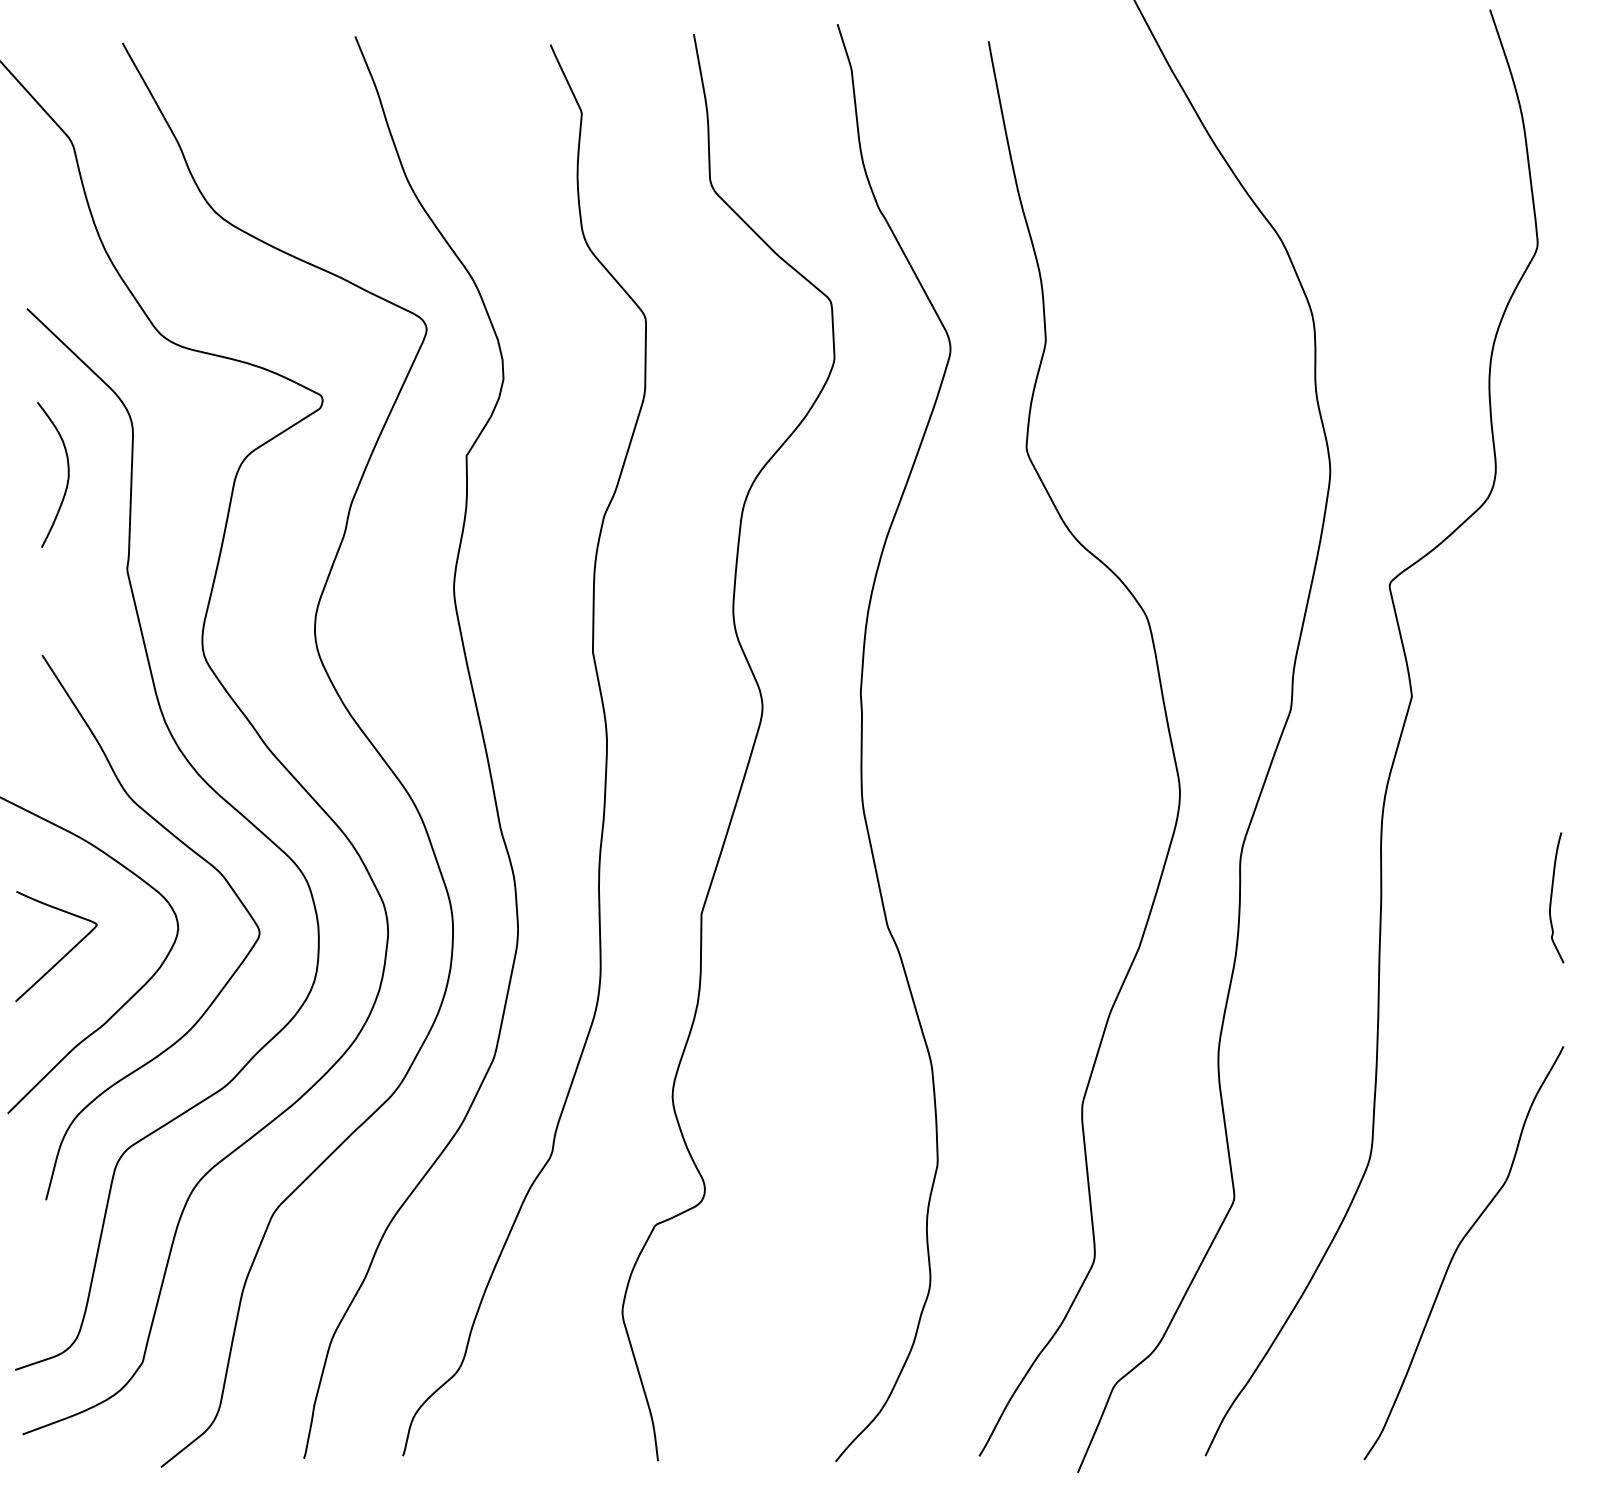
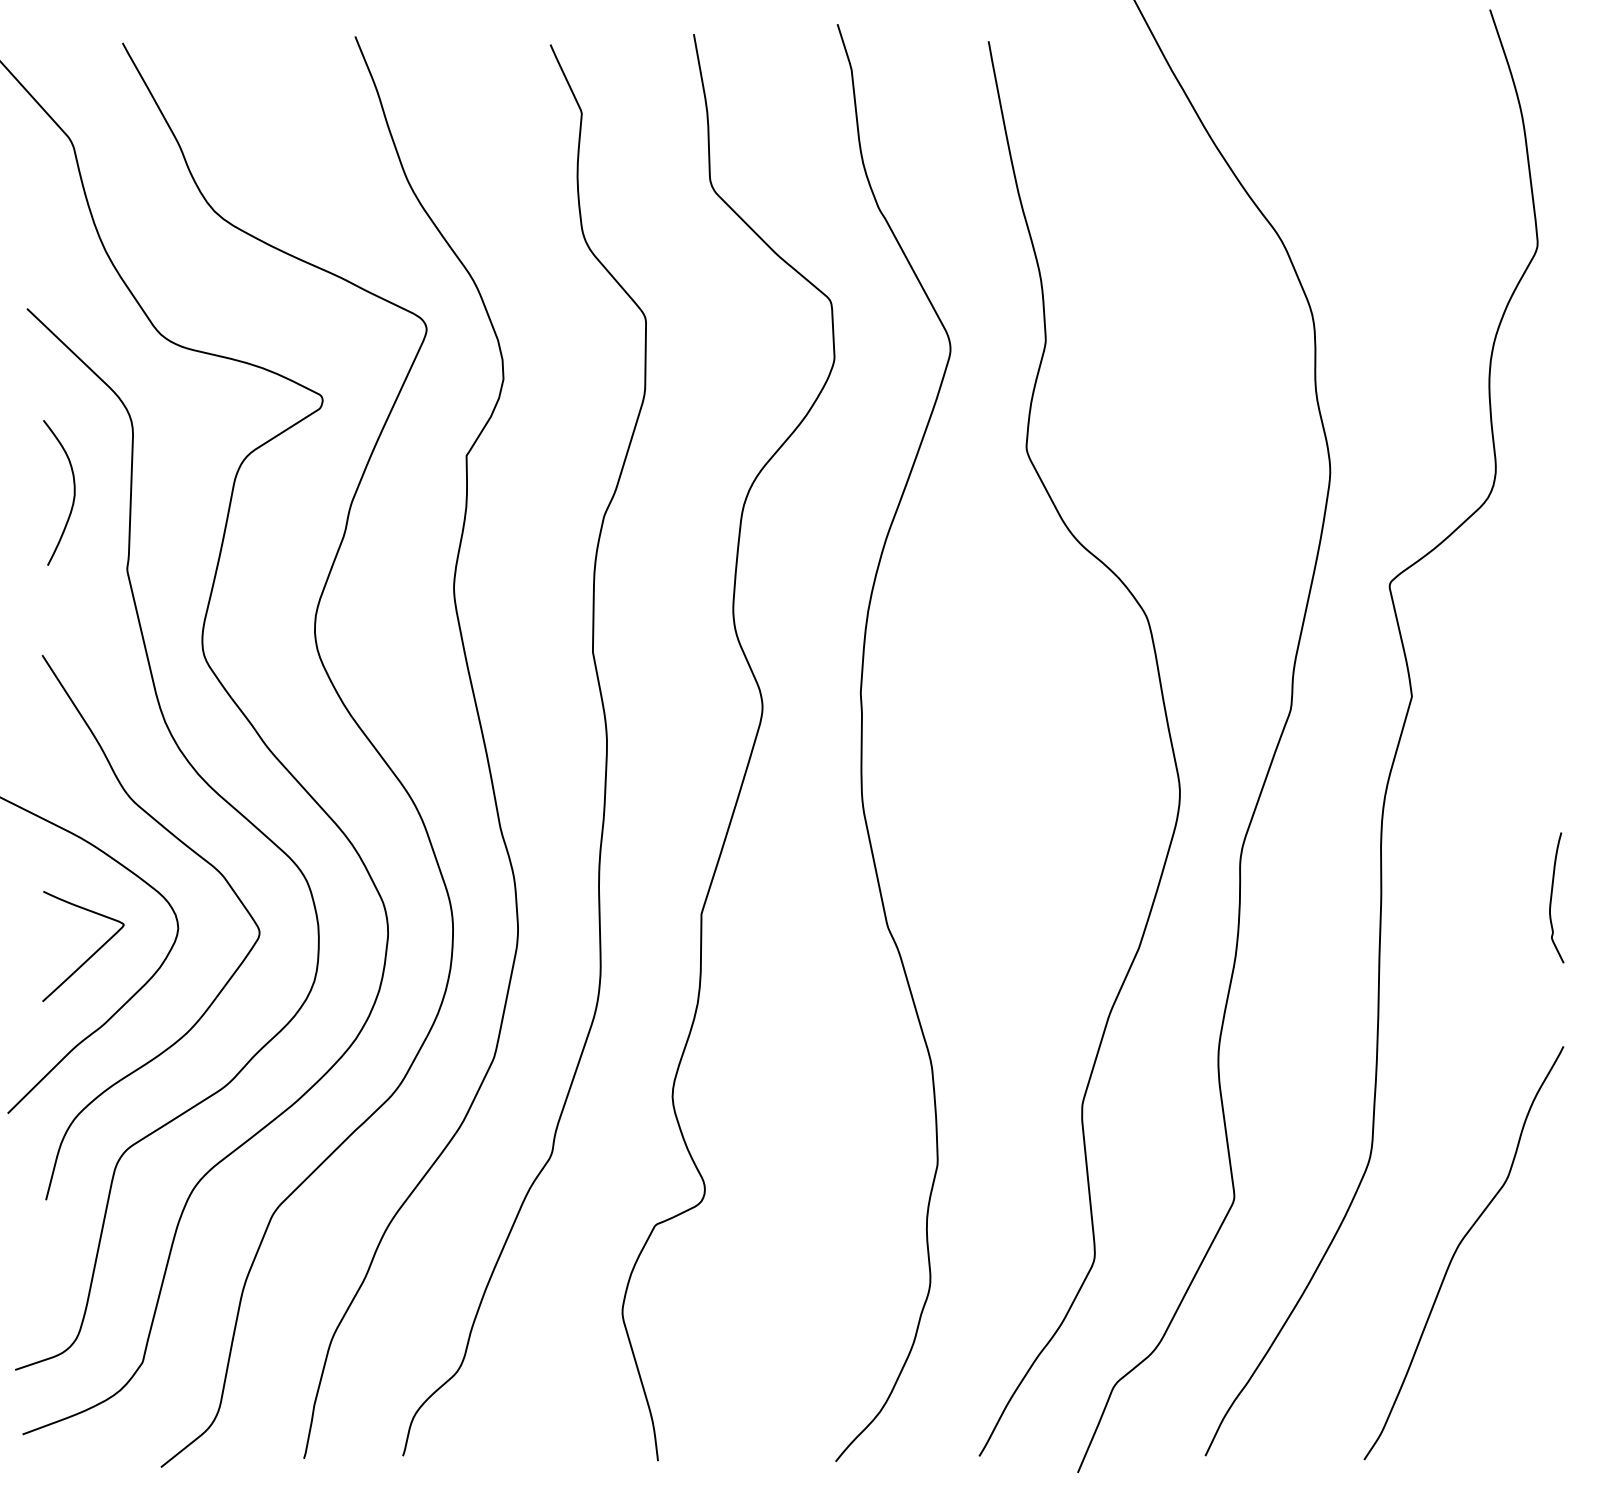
curve at (67, 474) position: (67, 474) -> (73, 492)
curve at (65, 954) position: (65, 954) -> (92, 954)
